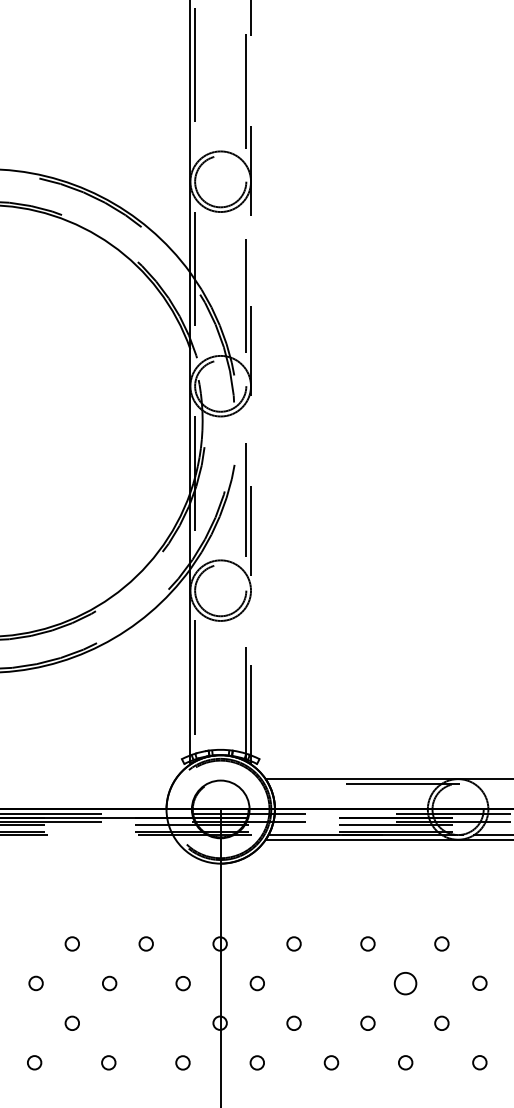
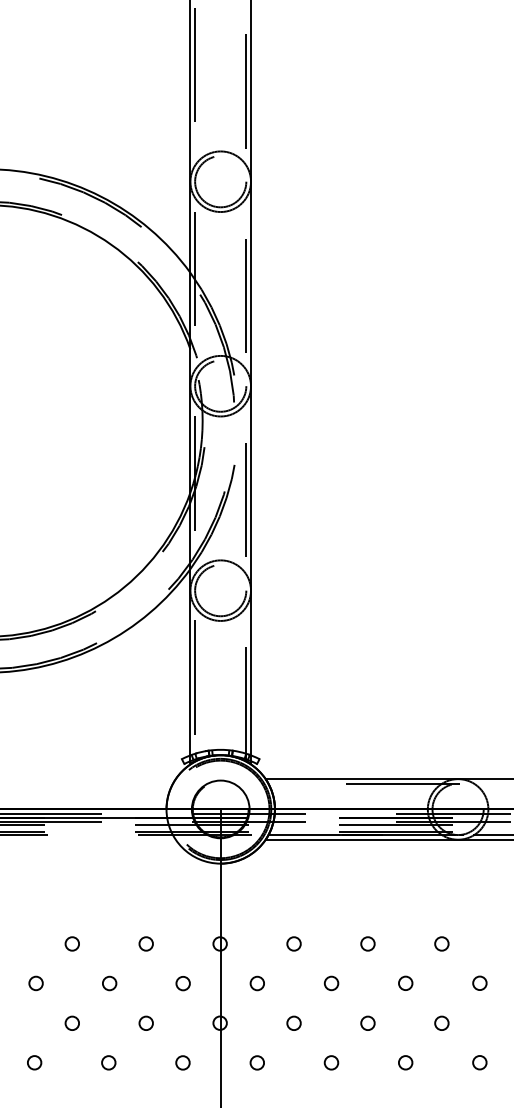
line at (251, 377): dashed -> solid
circle at (331, 983): none -> present
circle at (405, 983) size: 25x24 px -> 16x16 px
circle at (145, 1022): none -> present
